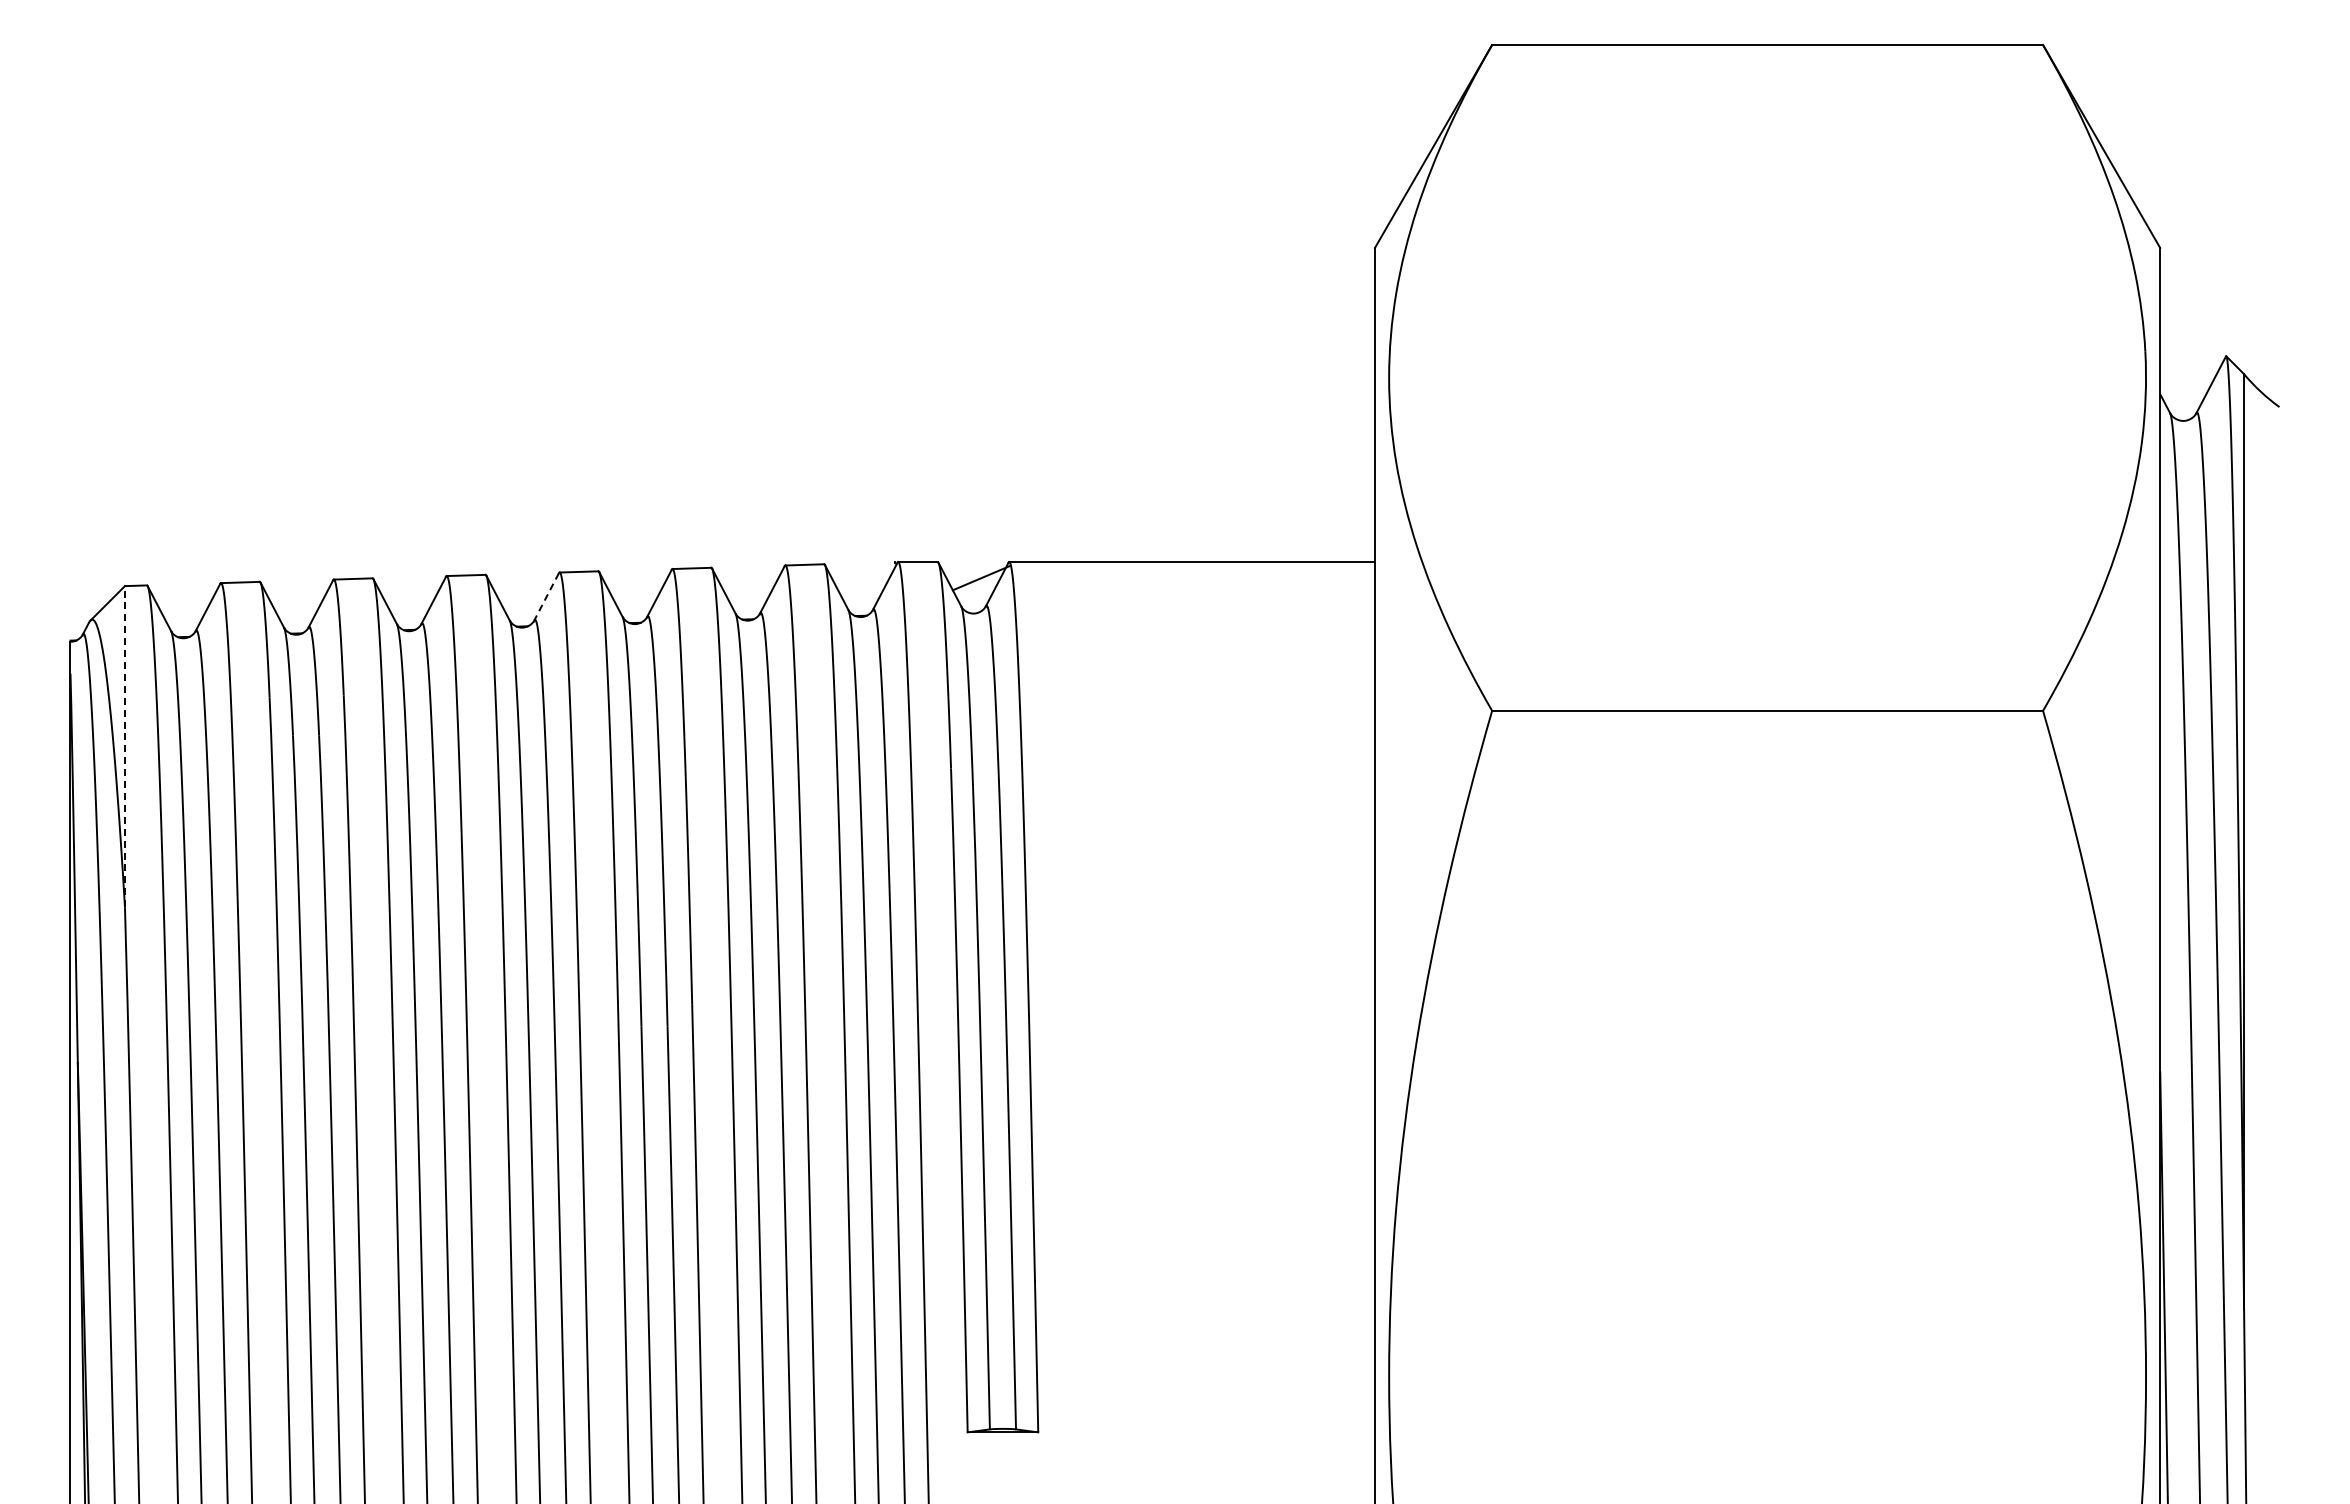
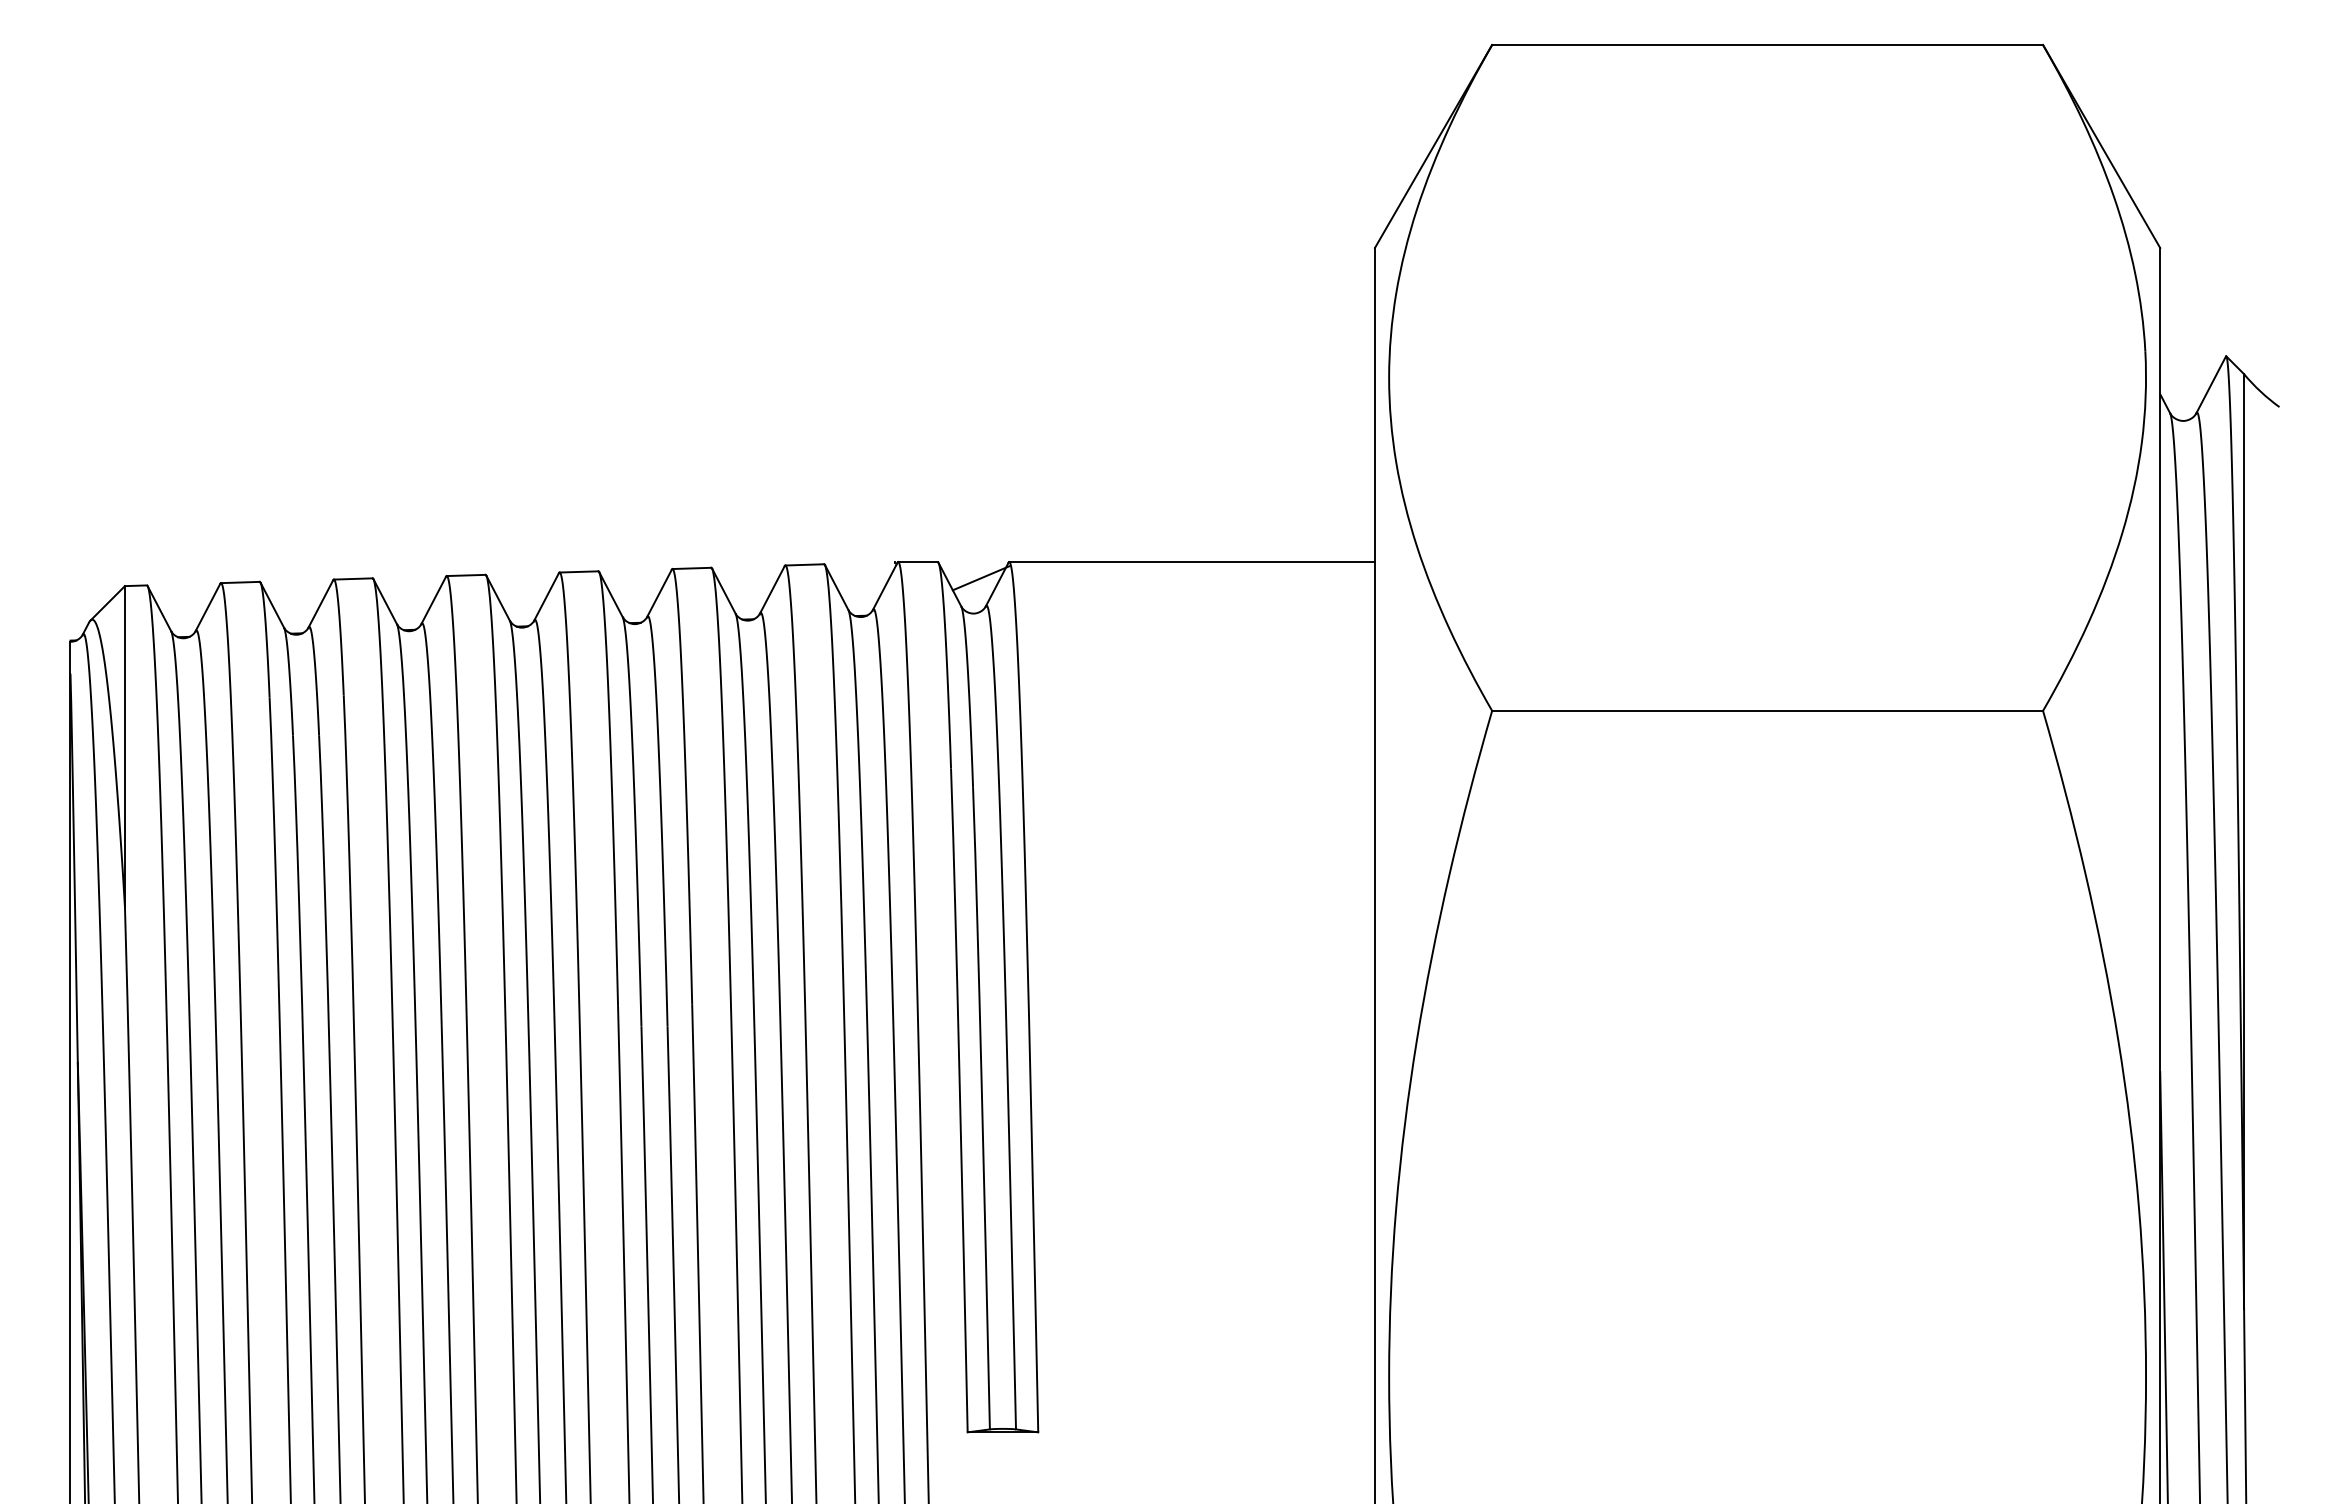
line at (546, 596): dashed -> solid
line at (124, 746): dashed -> solid
